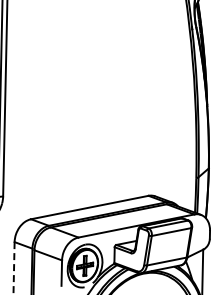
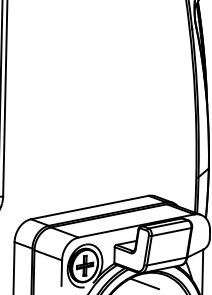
line at (14, 268): dashed -> solid
line at (144, 283): none -> present
